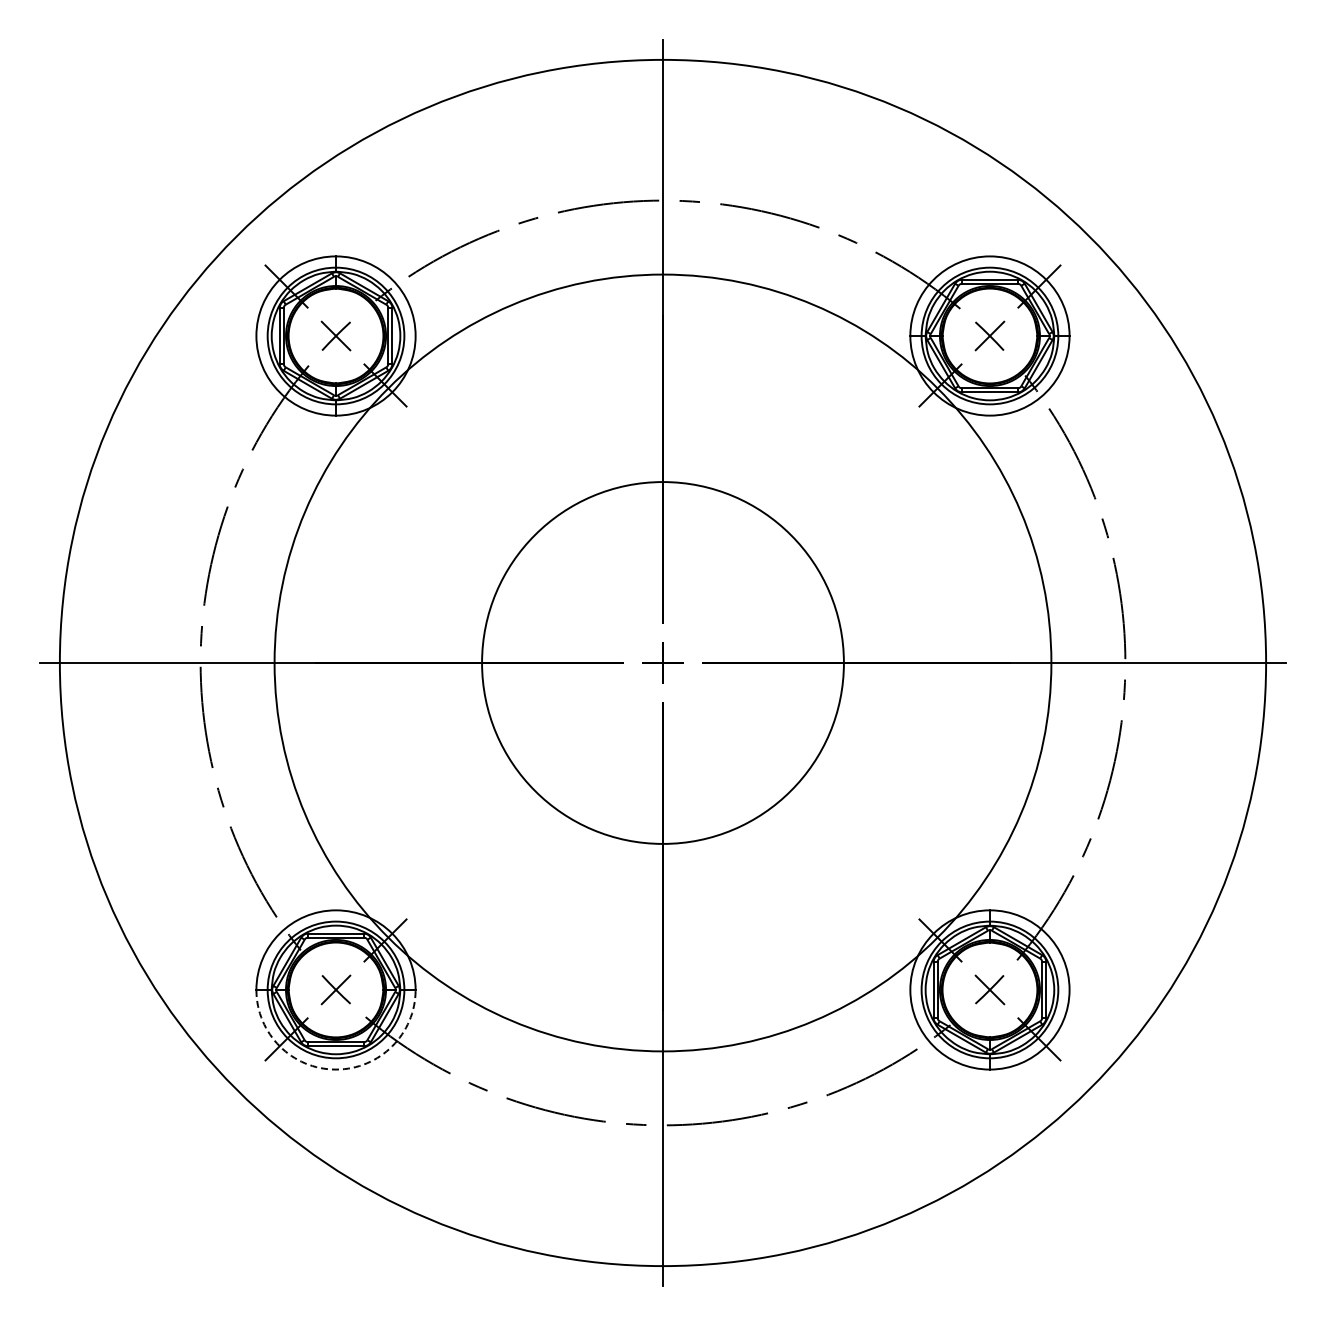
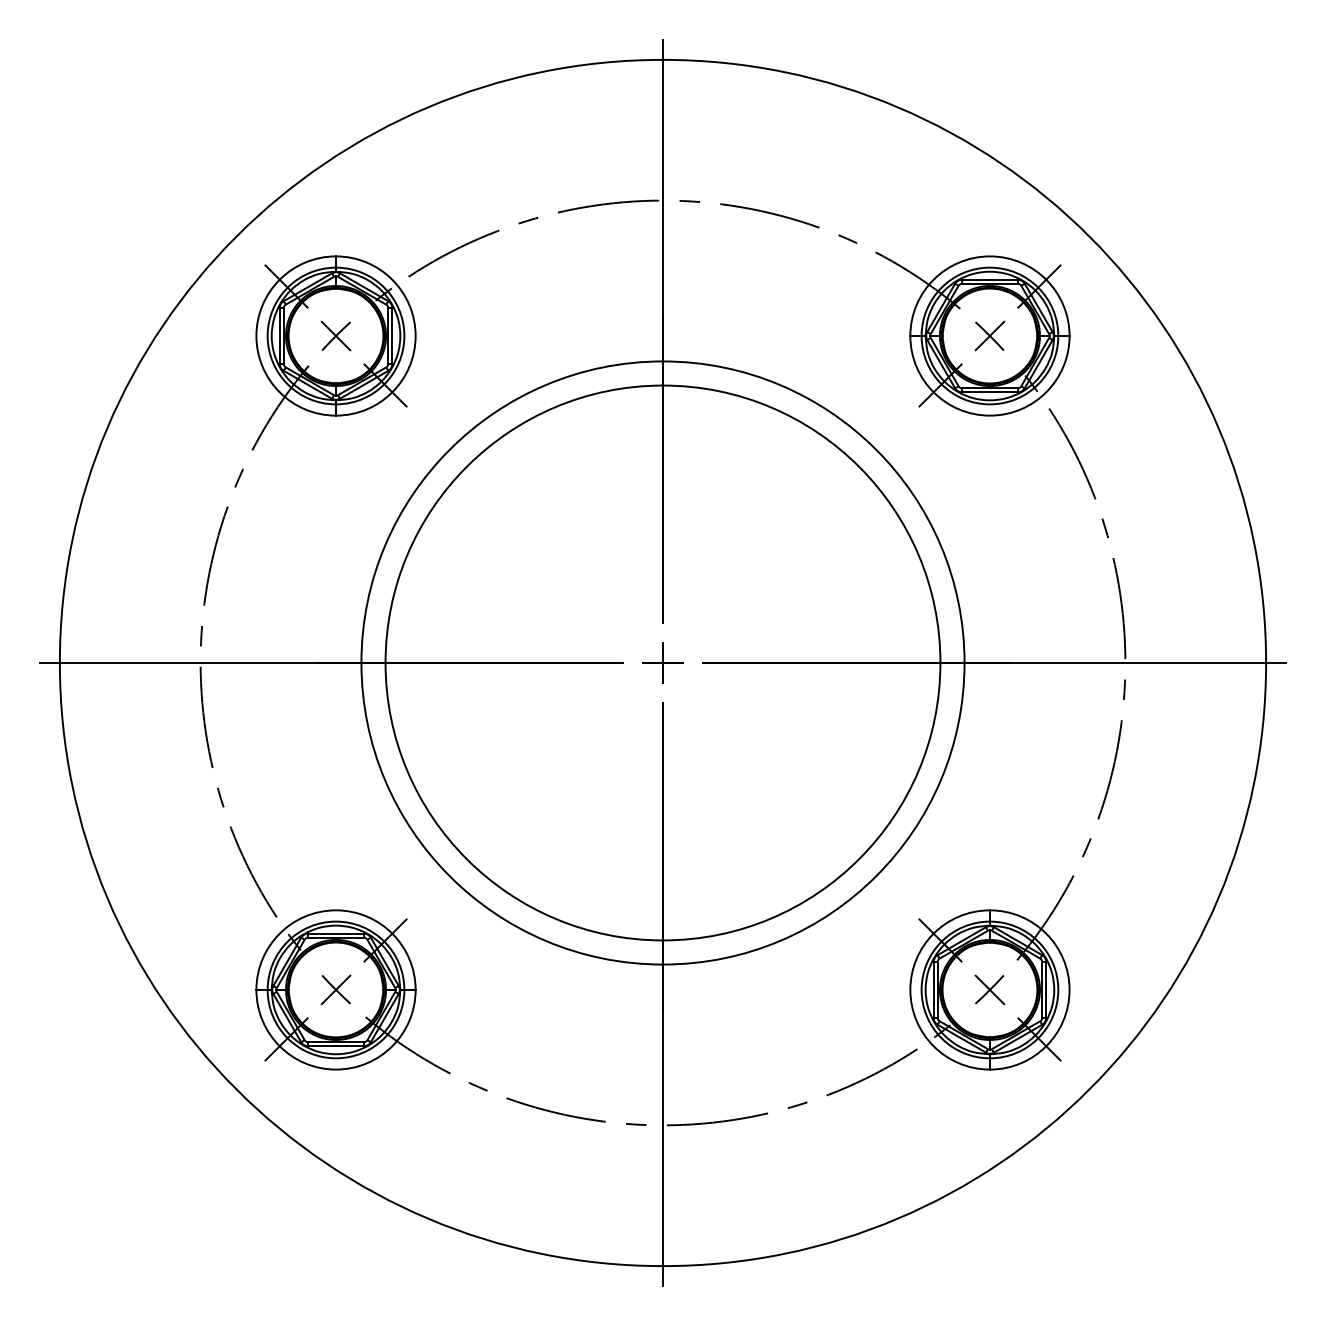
circle at (662, 662) diameter: 362 px -> 603 px
circle at (662, 662) diameter: 777 px -> 555 px
arc at (336, 1069): dashed -> solid
